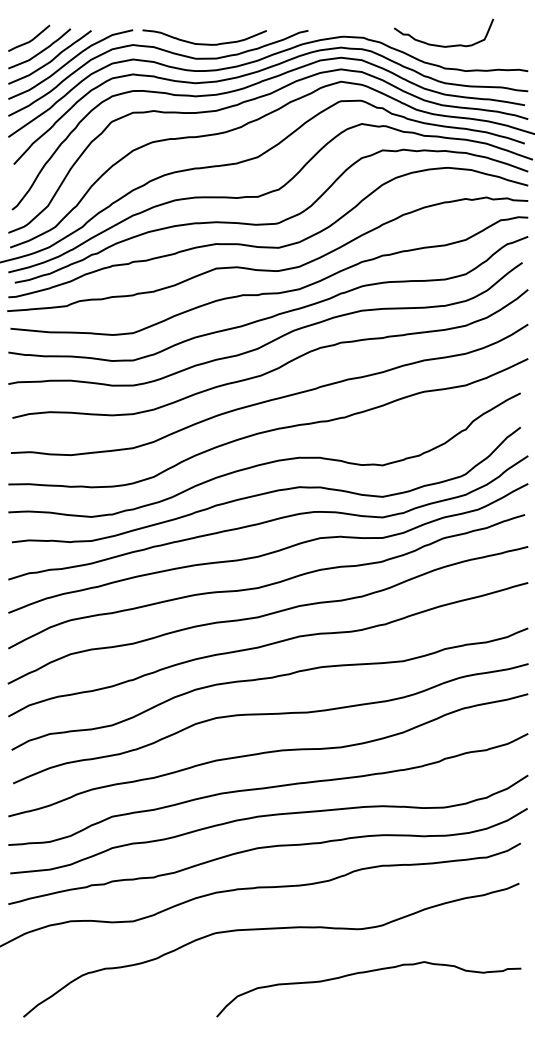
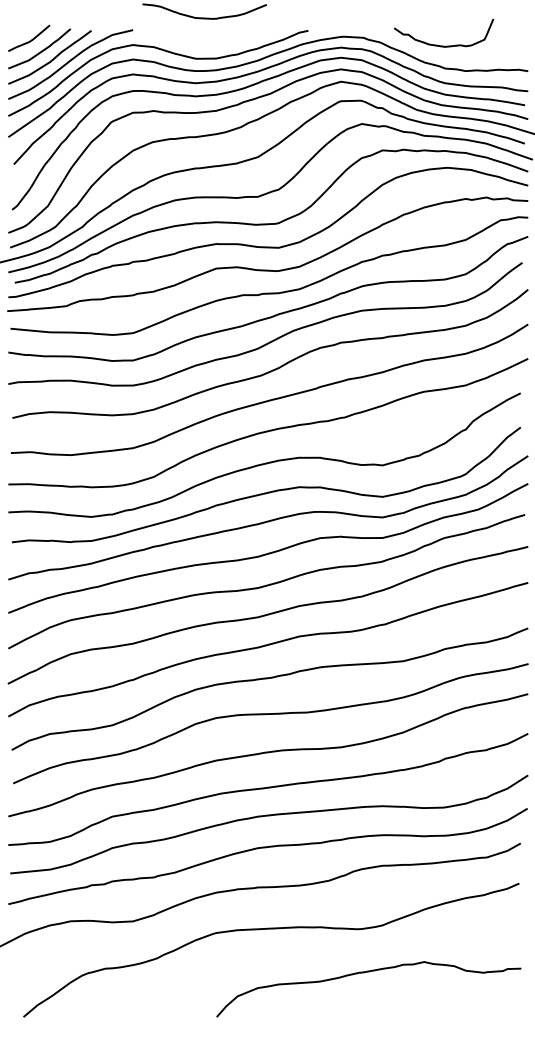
curve at (204, 43) position: (204, 43) -> (204, 17)
